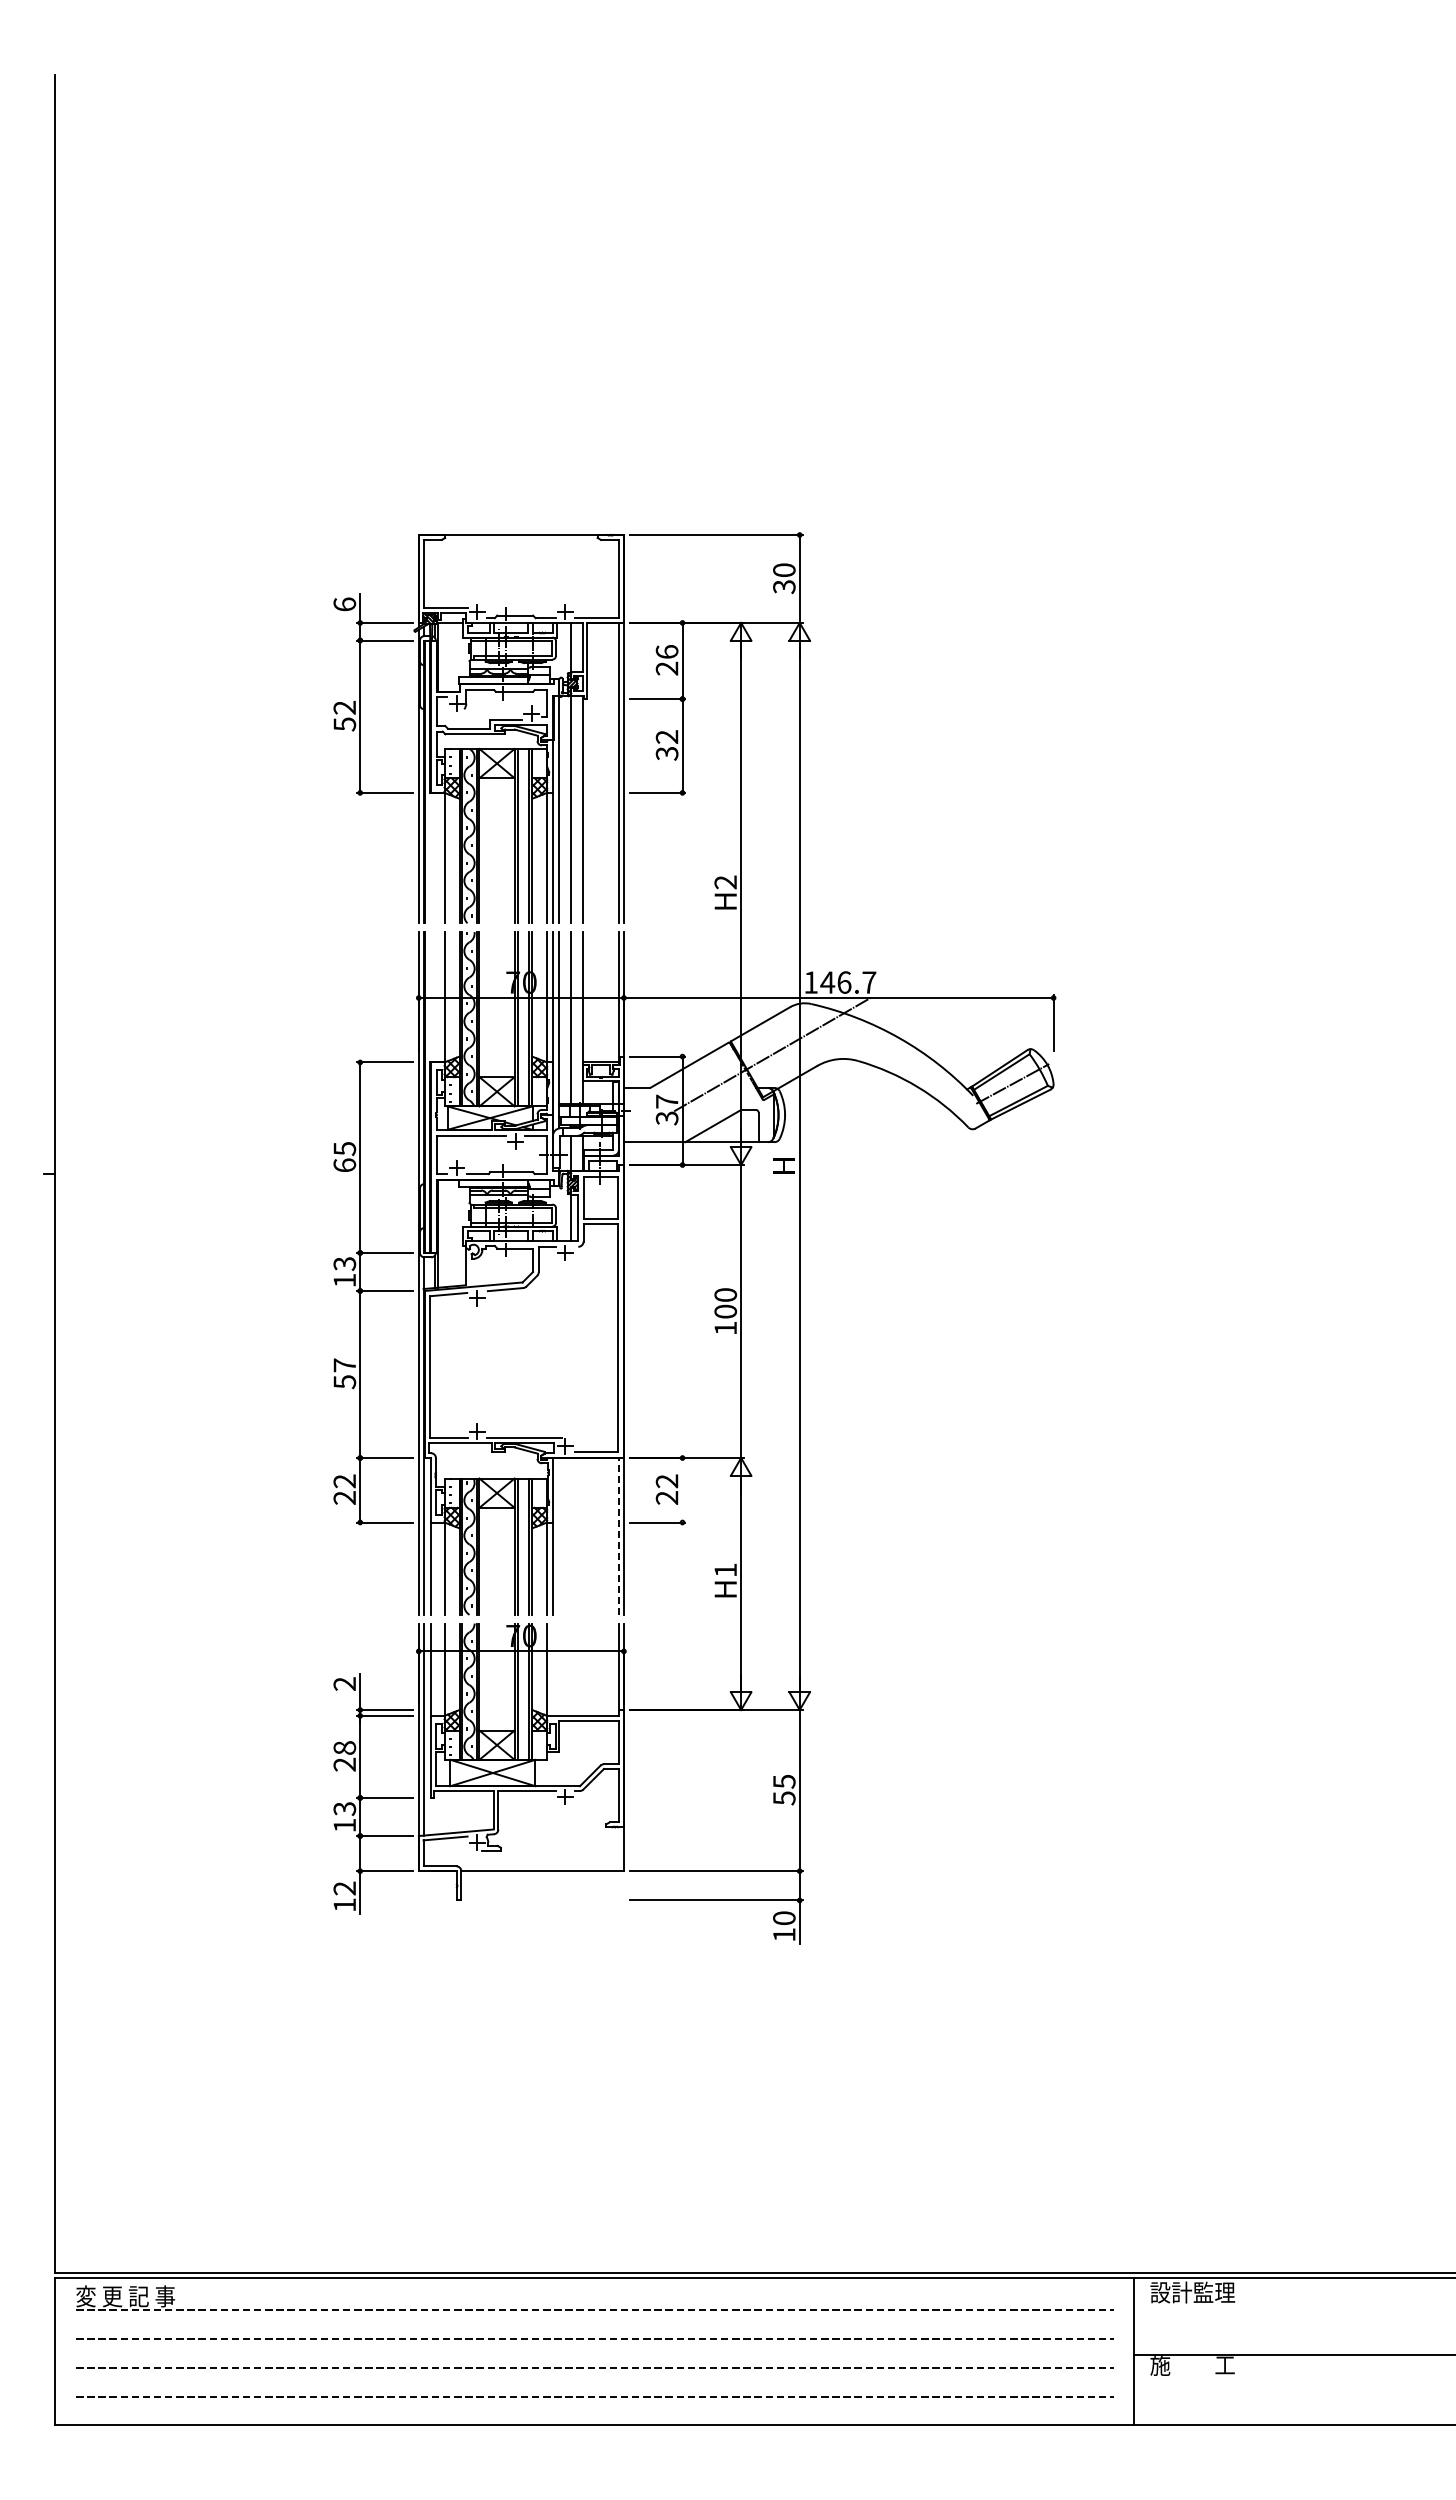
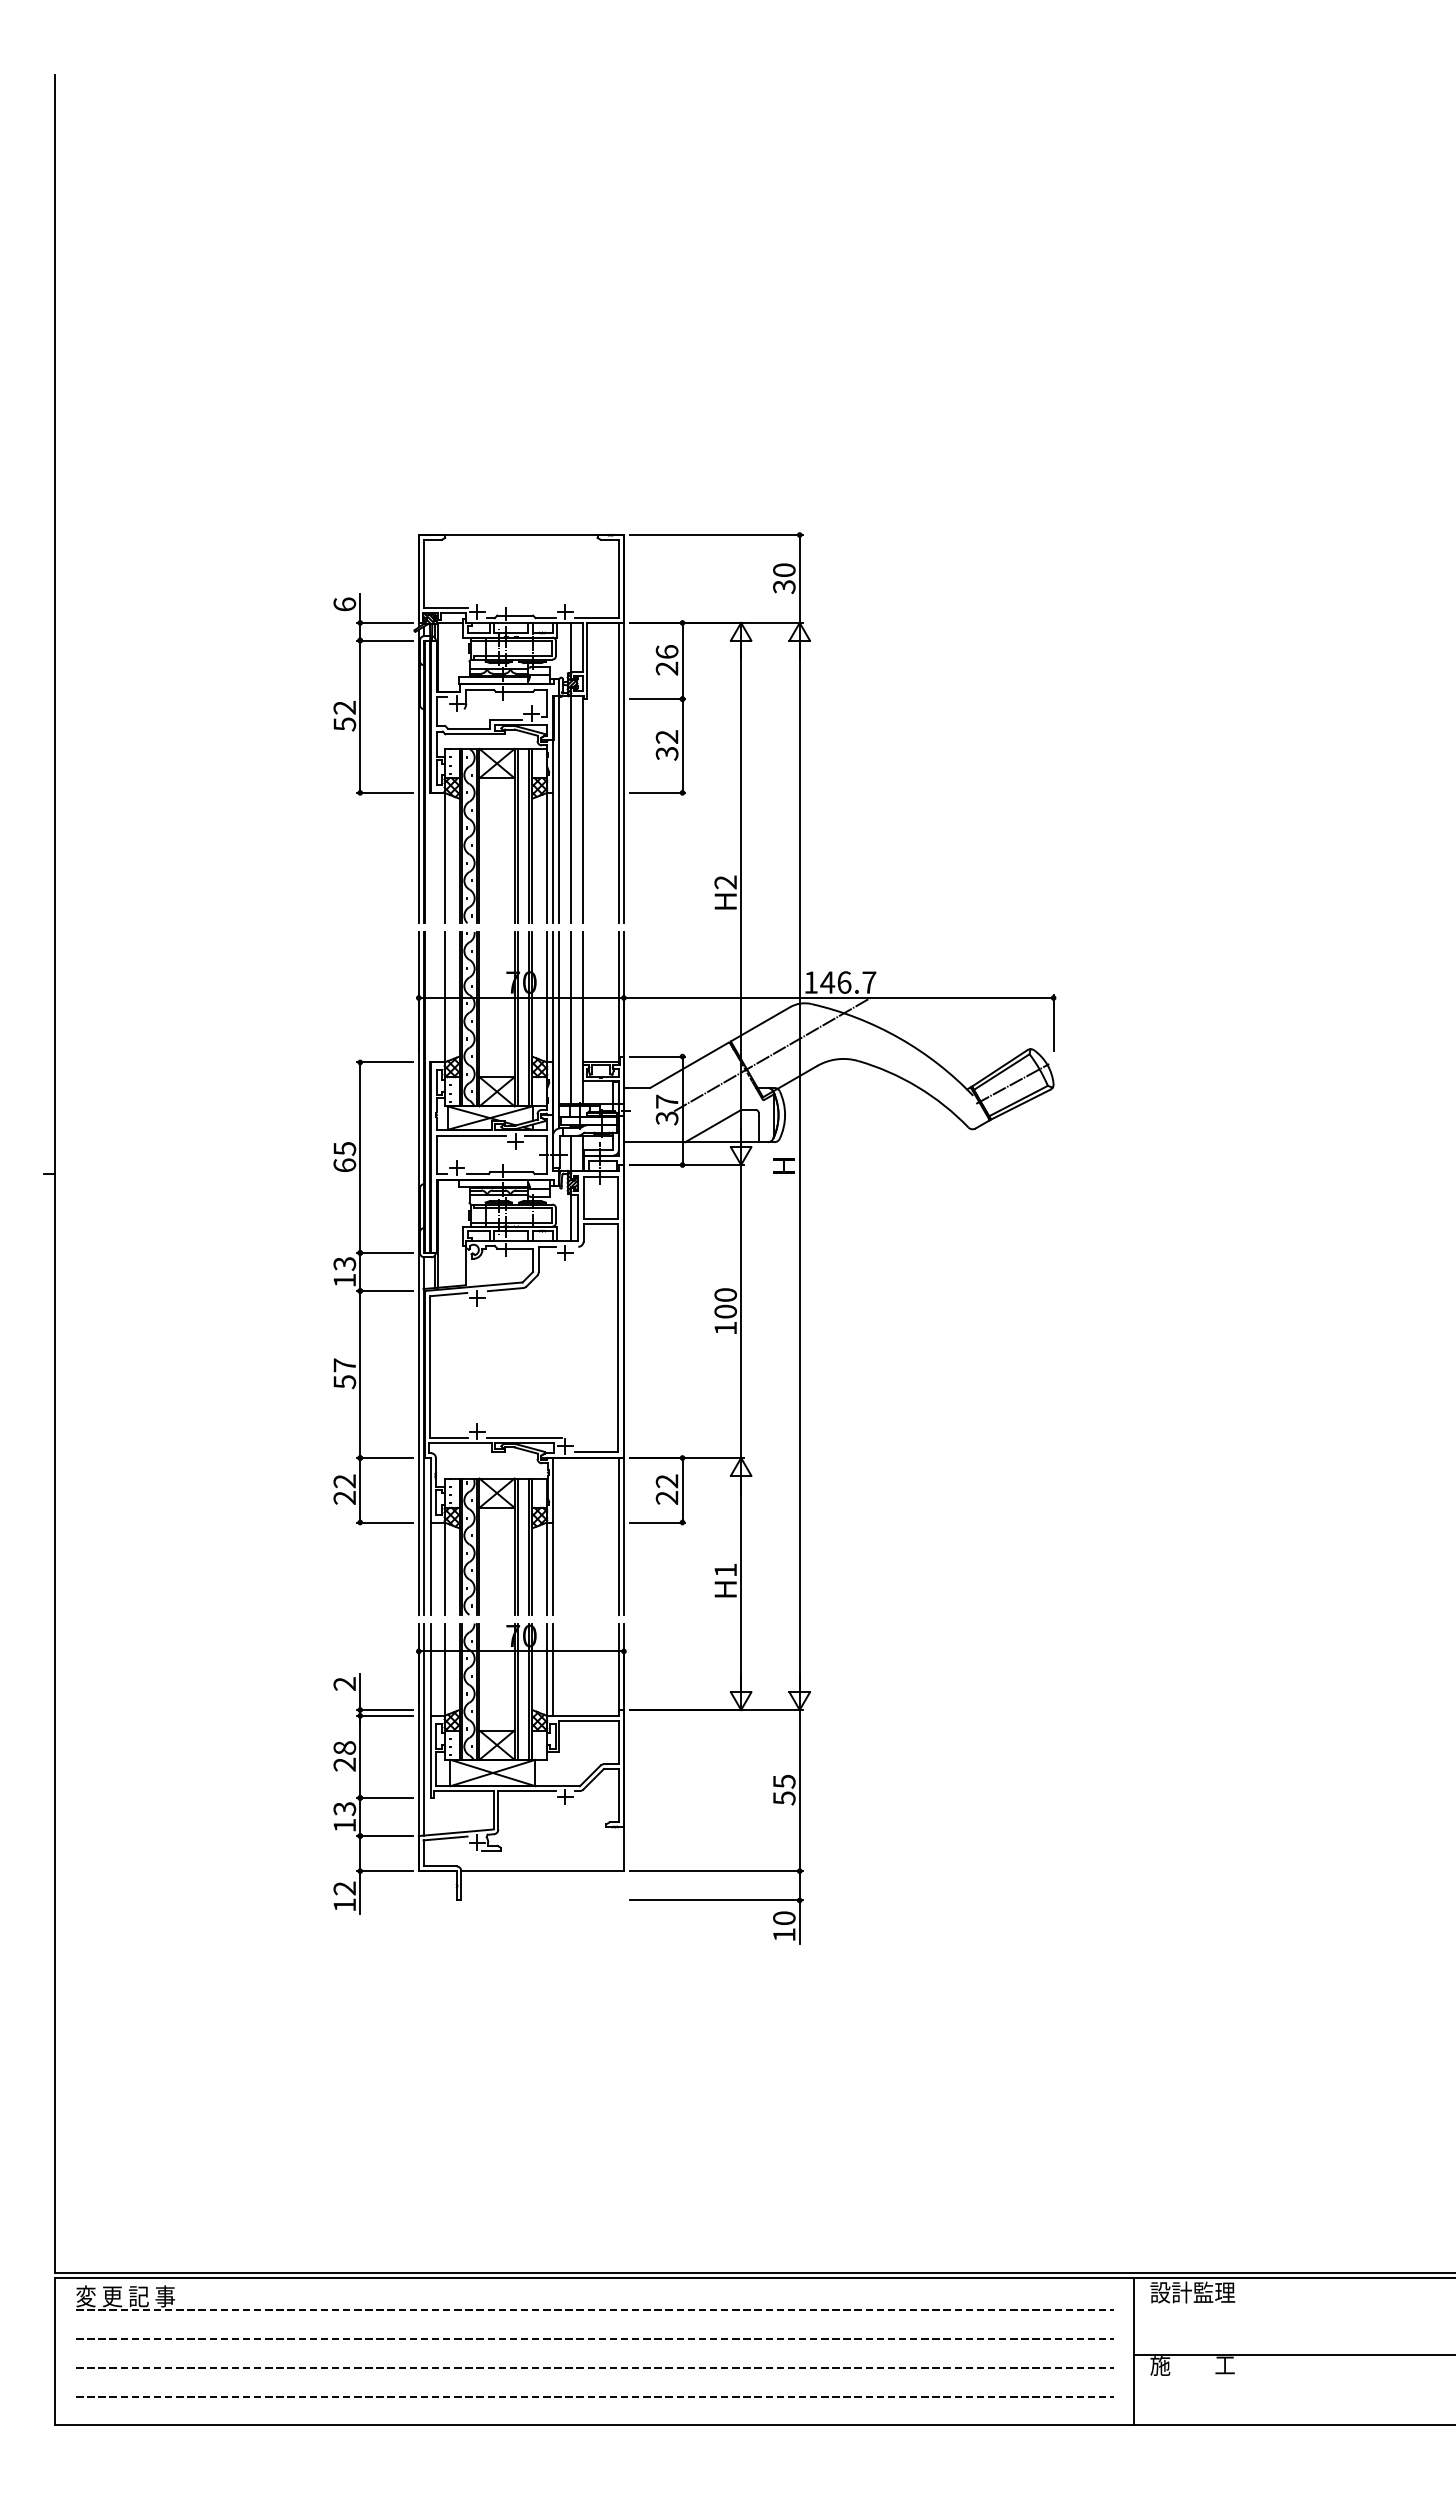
line at (682, 1490): none -> present
line at (619, 1535): dashed -> solid
line at (553, 1669): none -> present
